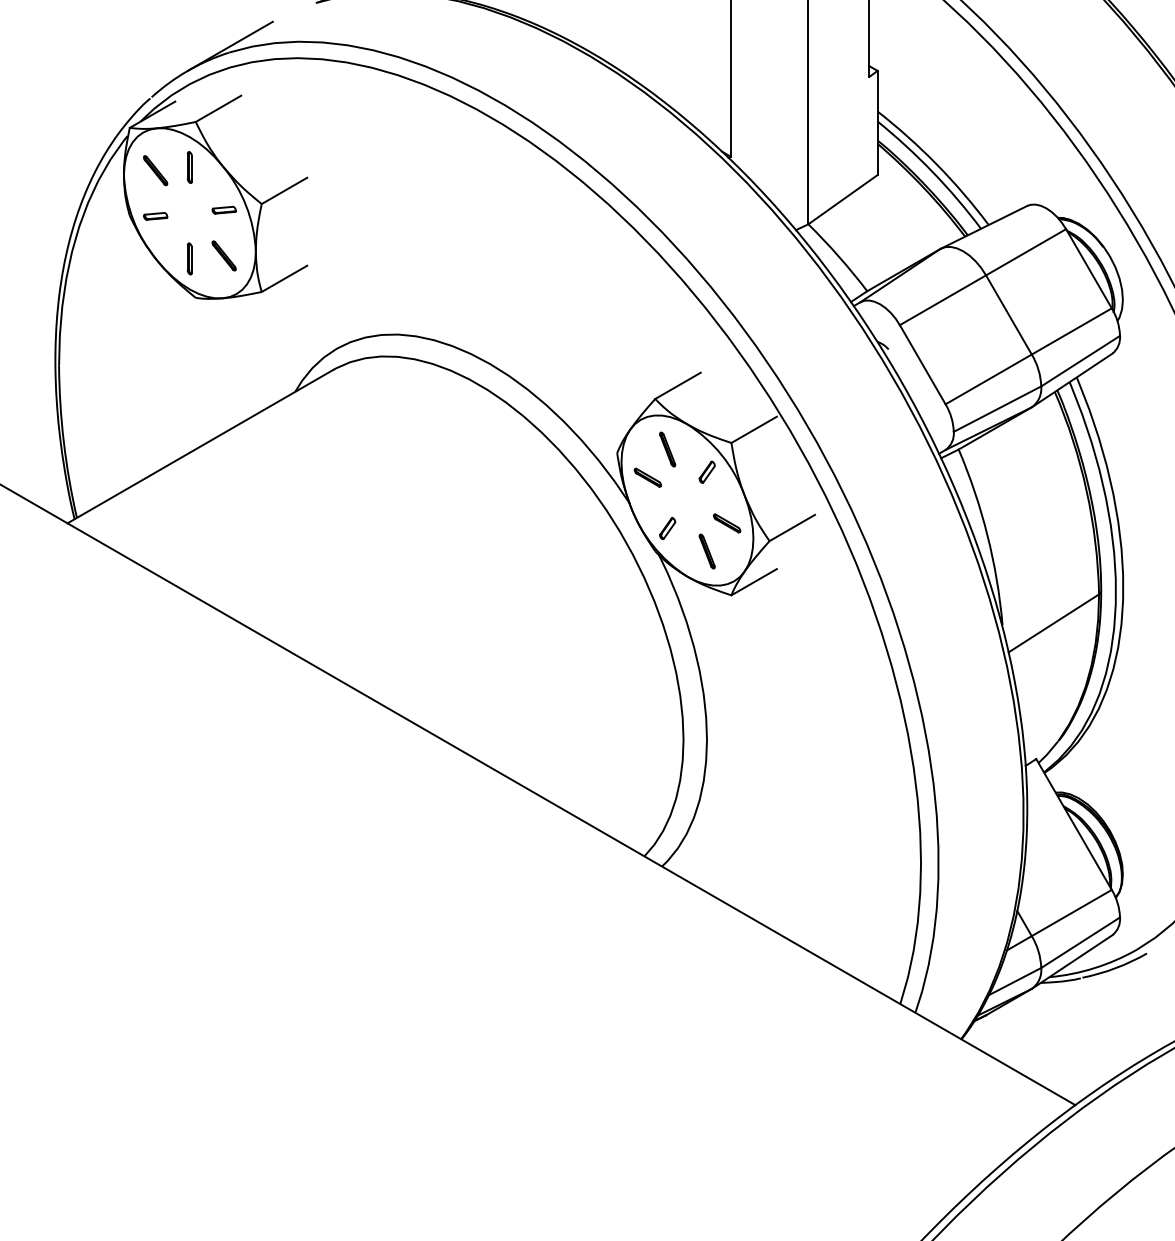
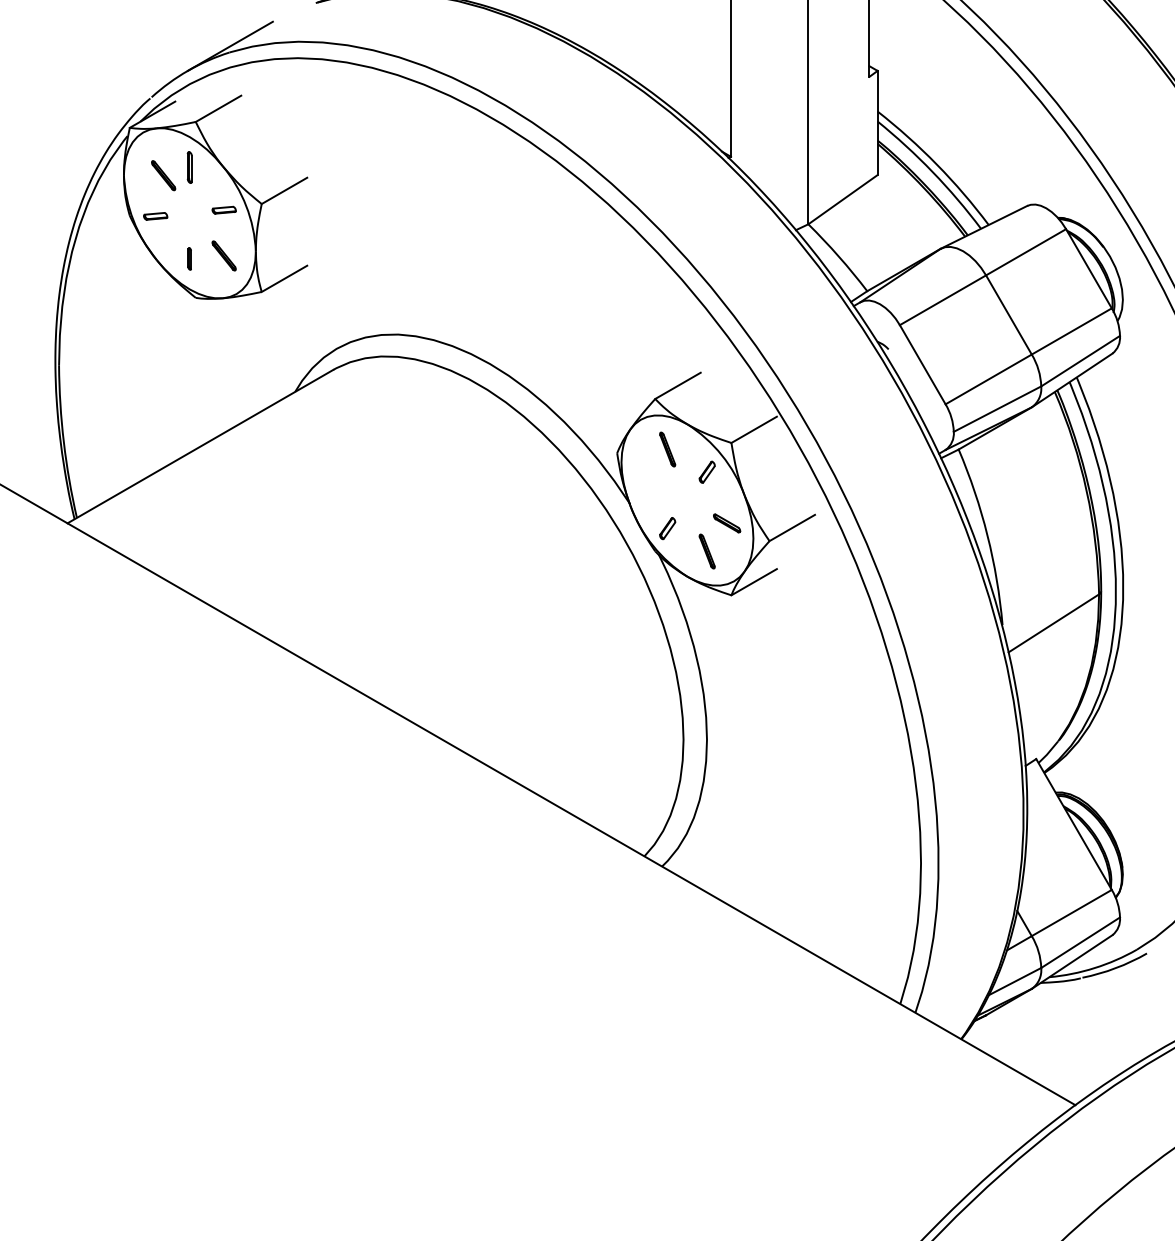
part at (155, 170) position: (155, 170) -> (163, 175)
part at (189, 258) size: 7x34 px -> 5x24 px
part at (647, 477): present -> none
